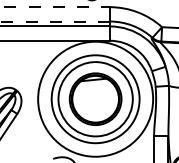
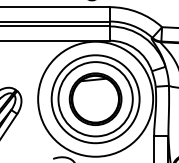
line at (55, 7): dashed -> solid
line at (55, 21): dashed -> solid
